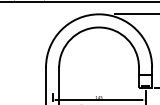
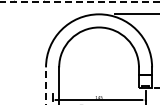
line at (79, 2): solid -> dashed
line at (46, 86): solid -> dashed
